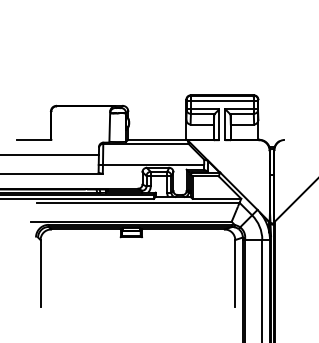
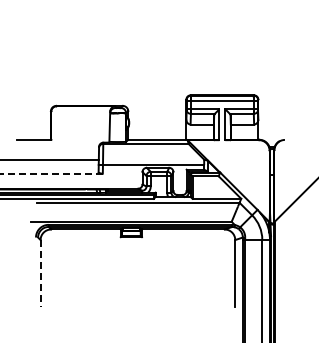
line at (50, 154) position: (50, 154) -> (50, 159)
line at (51, 173): solid -> dashed
line at (40, 274): solid -> dashed
